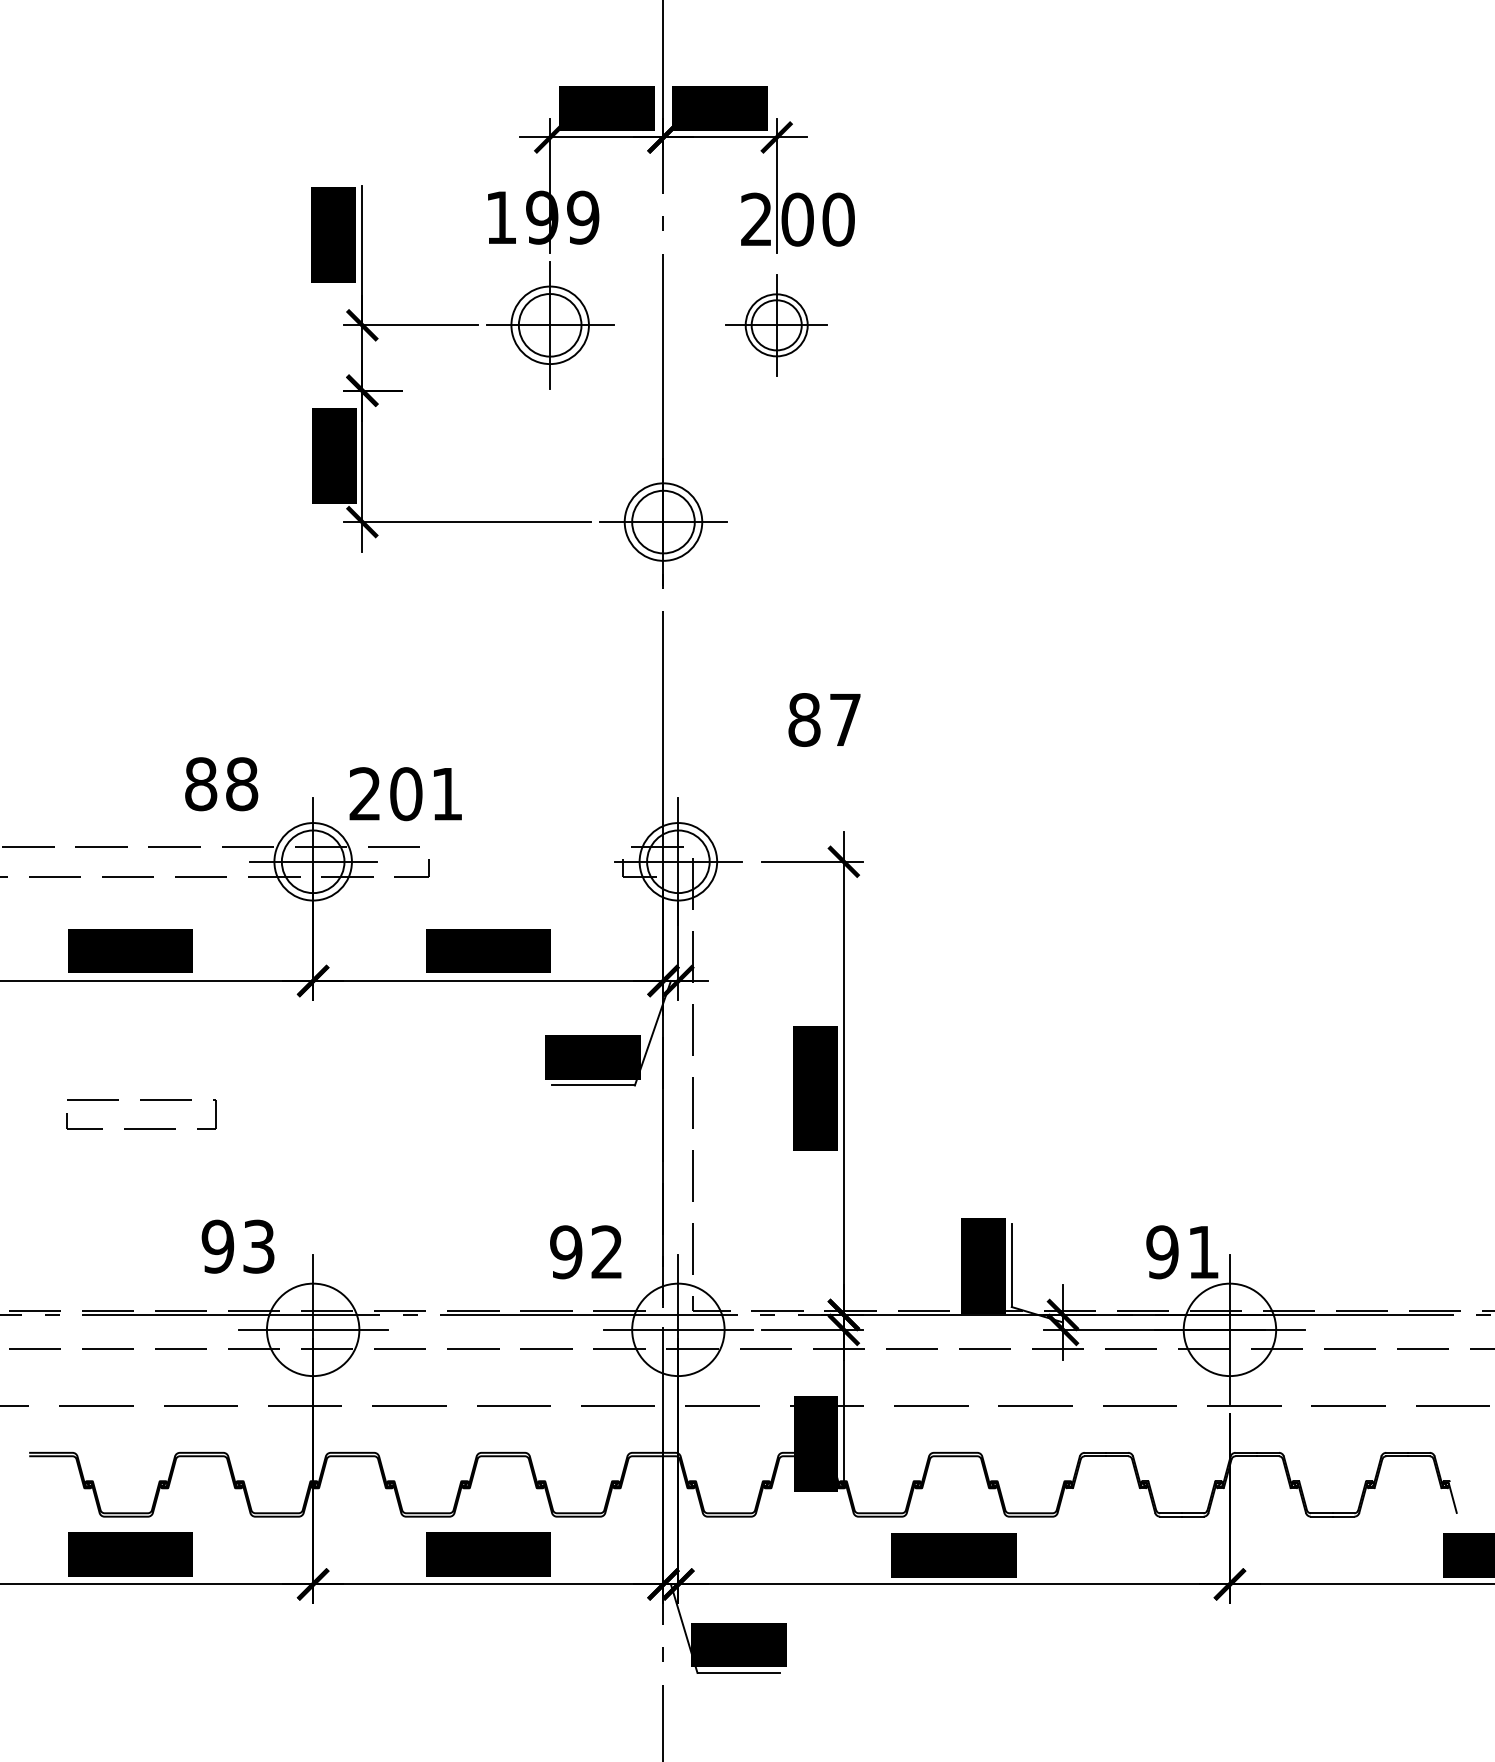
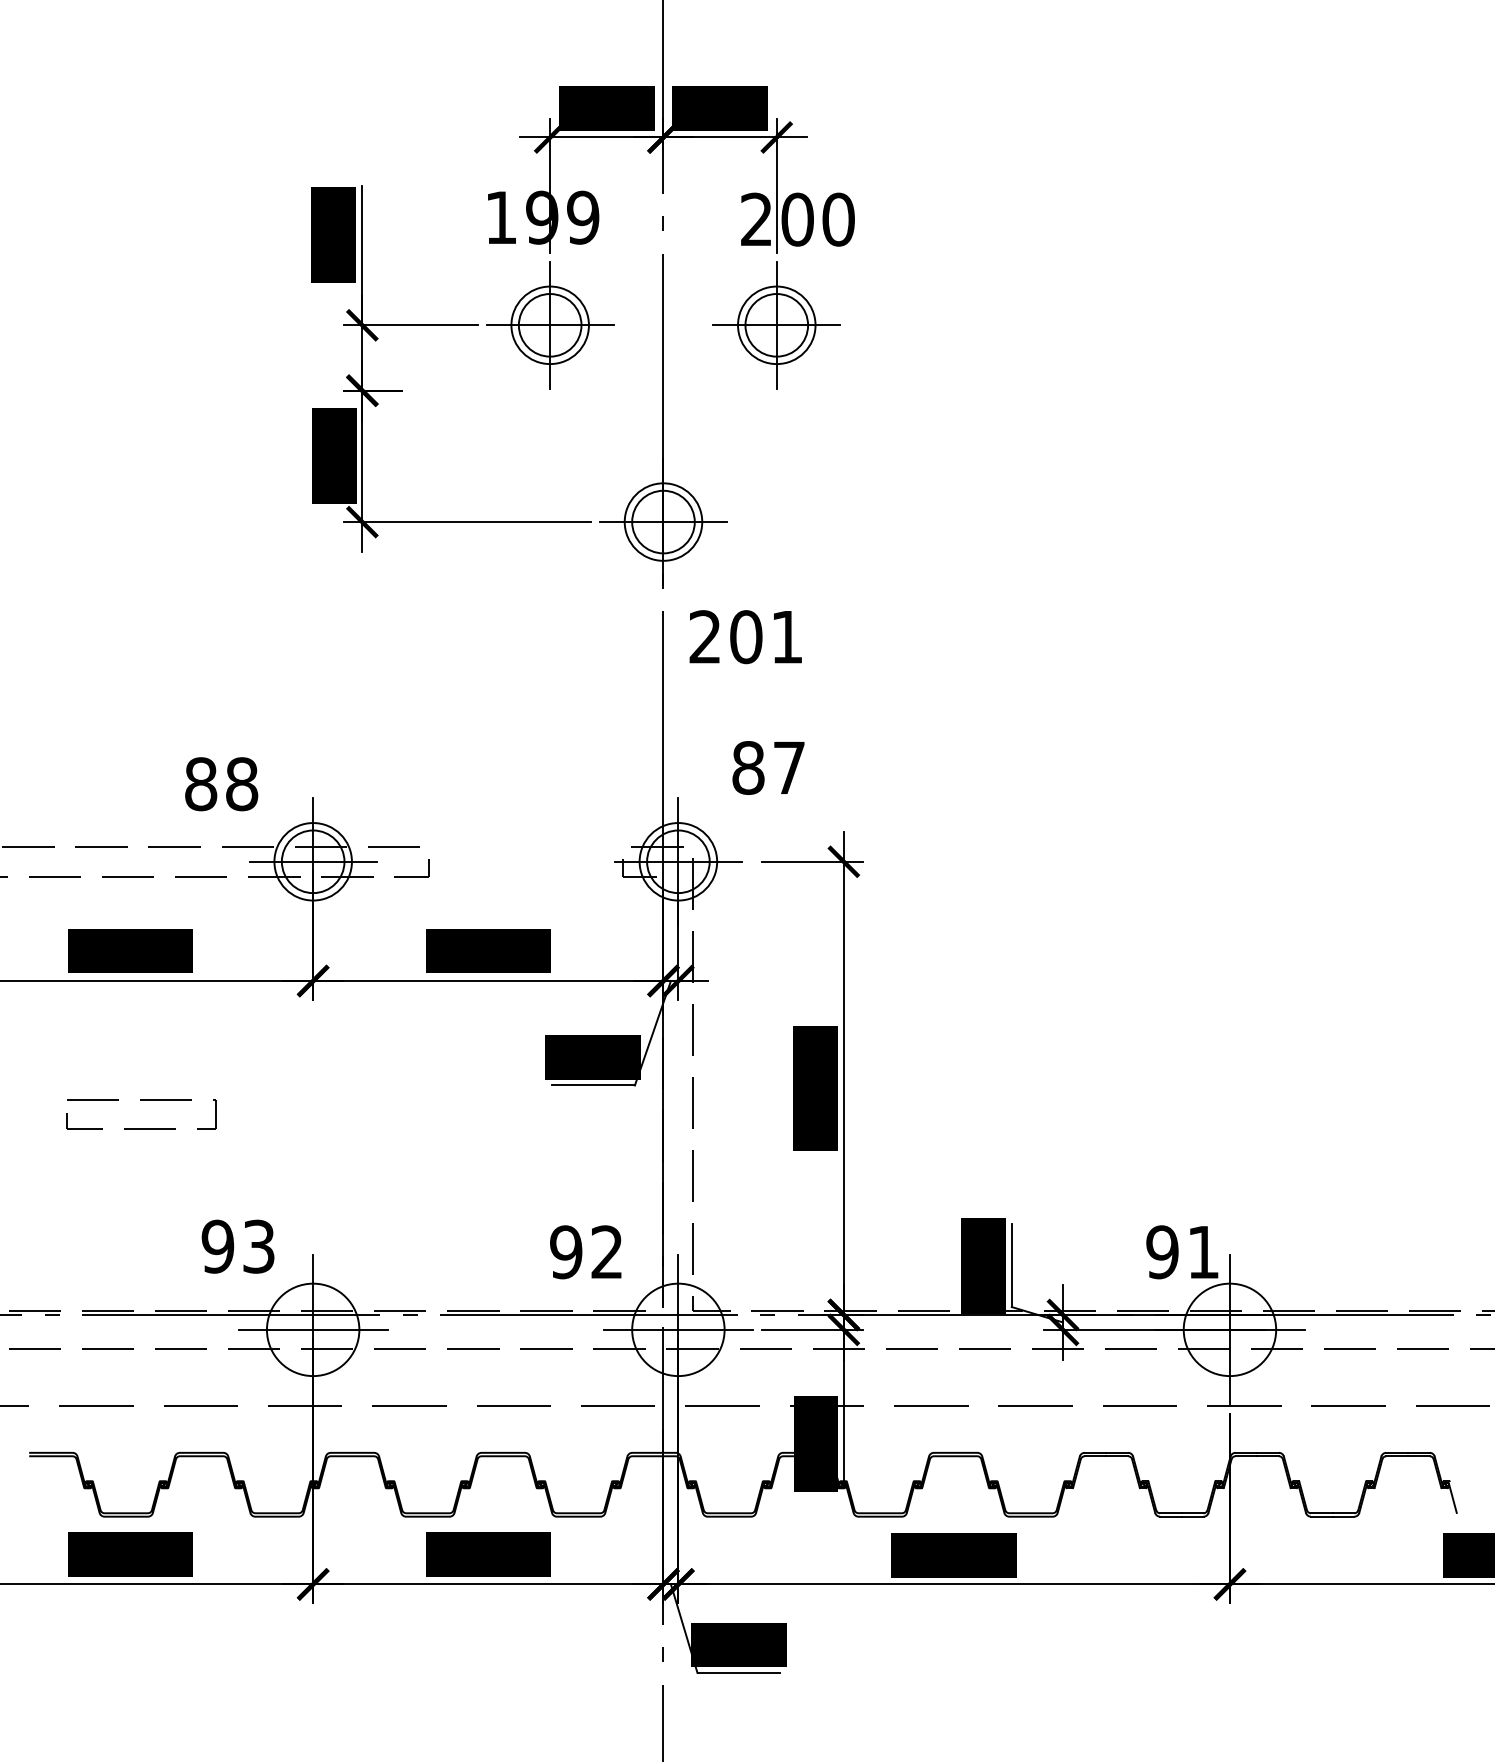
part at (776, 325) size: 103x103 px -> 129x129 px
text at (824, 719) position: (824, 719) -> (768, 767)
text at (405, 794) position: (405, 794) -> (745, 637)
